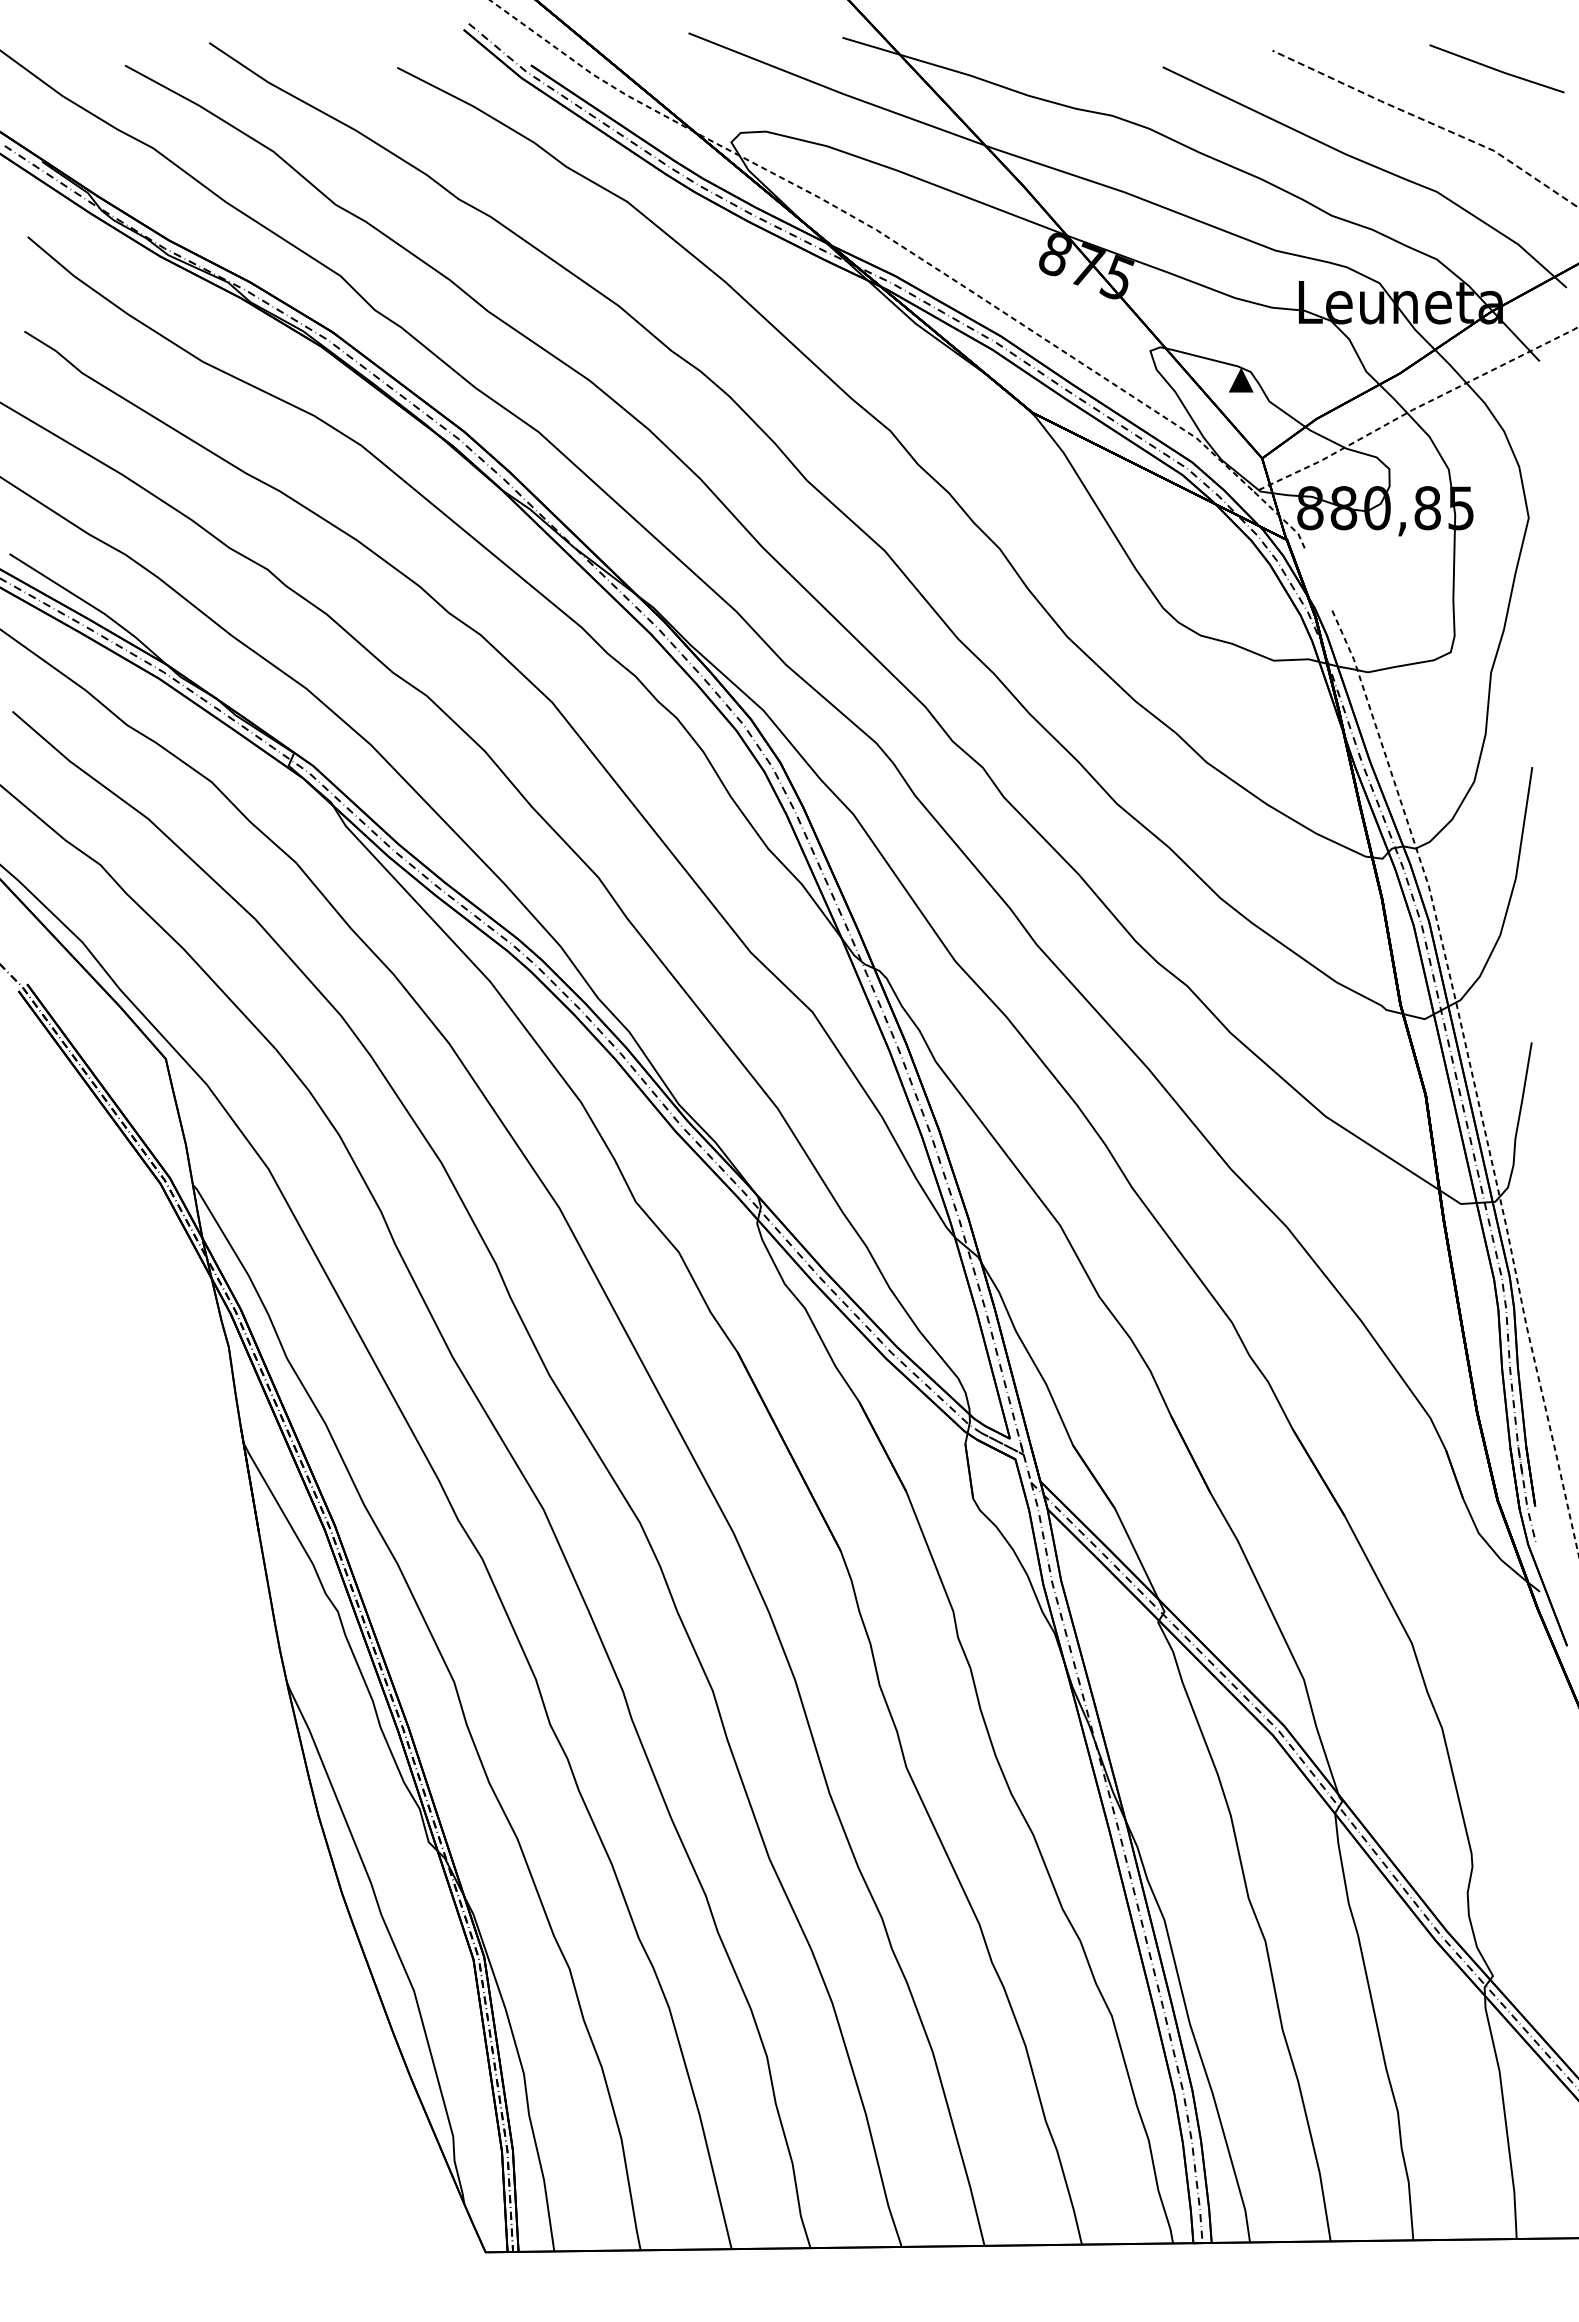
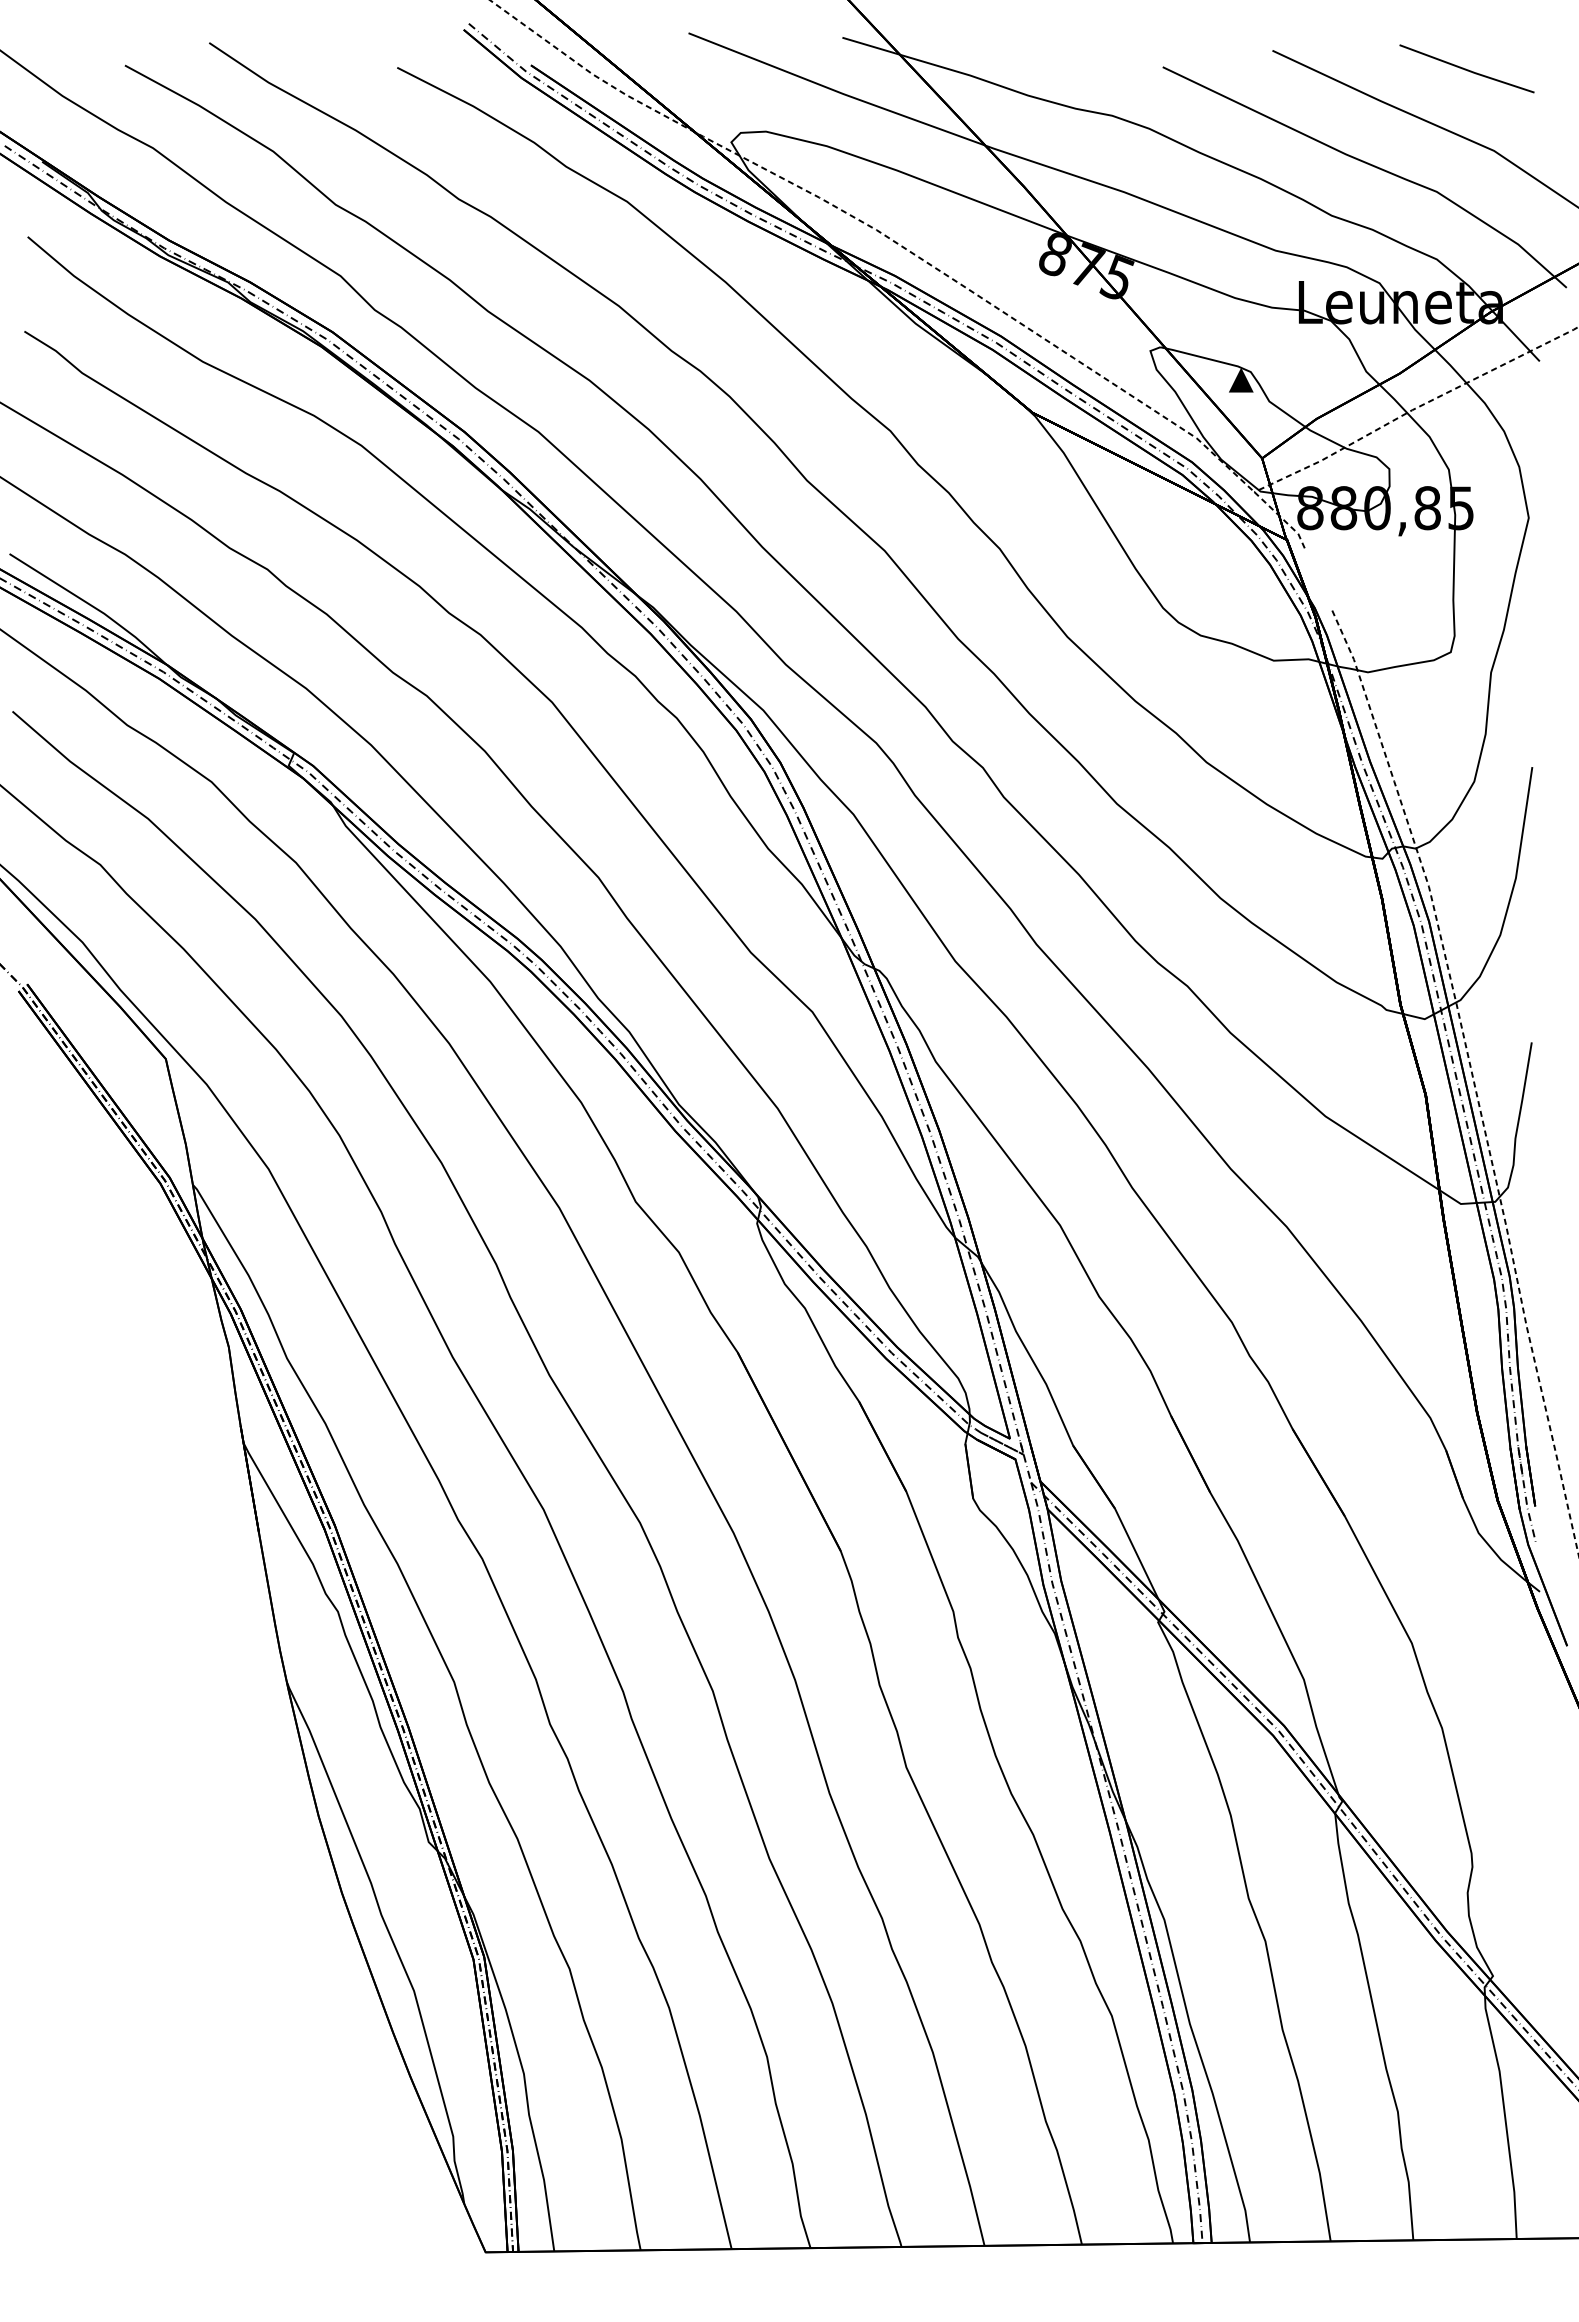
line at (1496, 68) position: (1496, 68) -> (1466, 68)
line at (1429, 122): dashed -> solid
